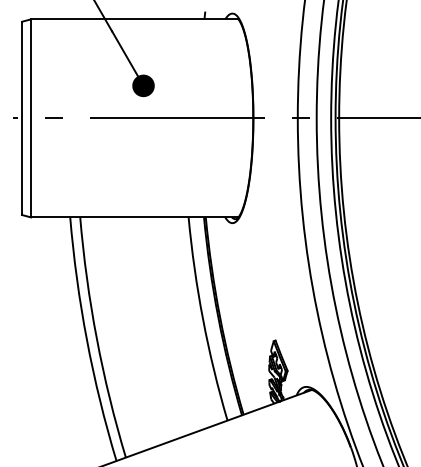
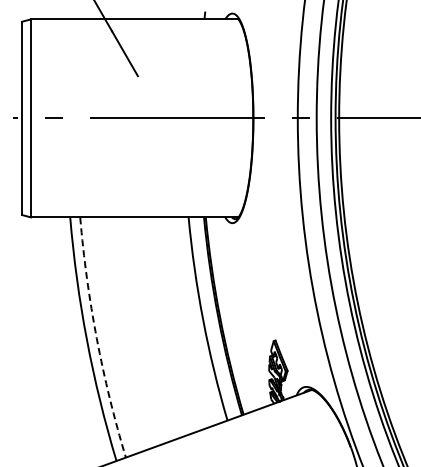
fill at (143, 85): present -> none
arc at (96, 338): solid -> dashed
